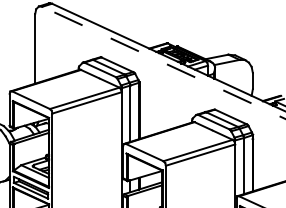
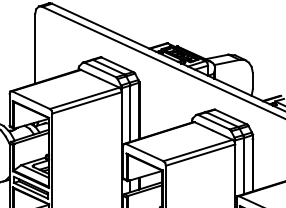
line at (163, 62): dashed -> solid
